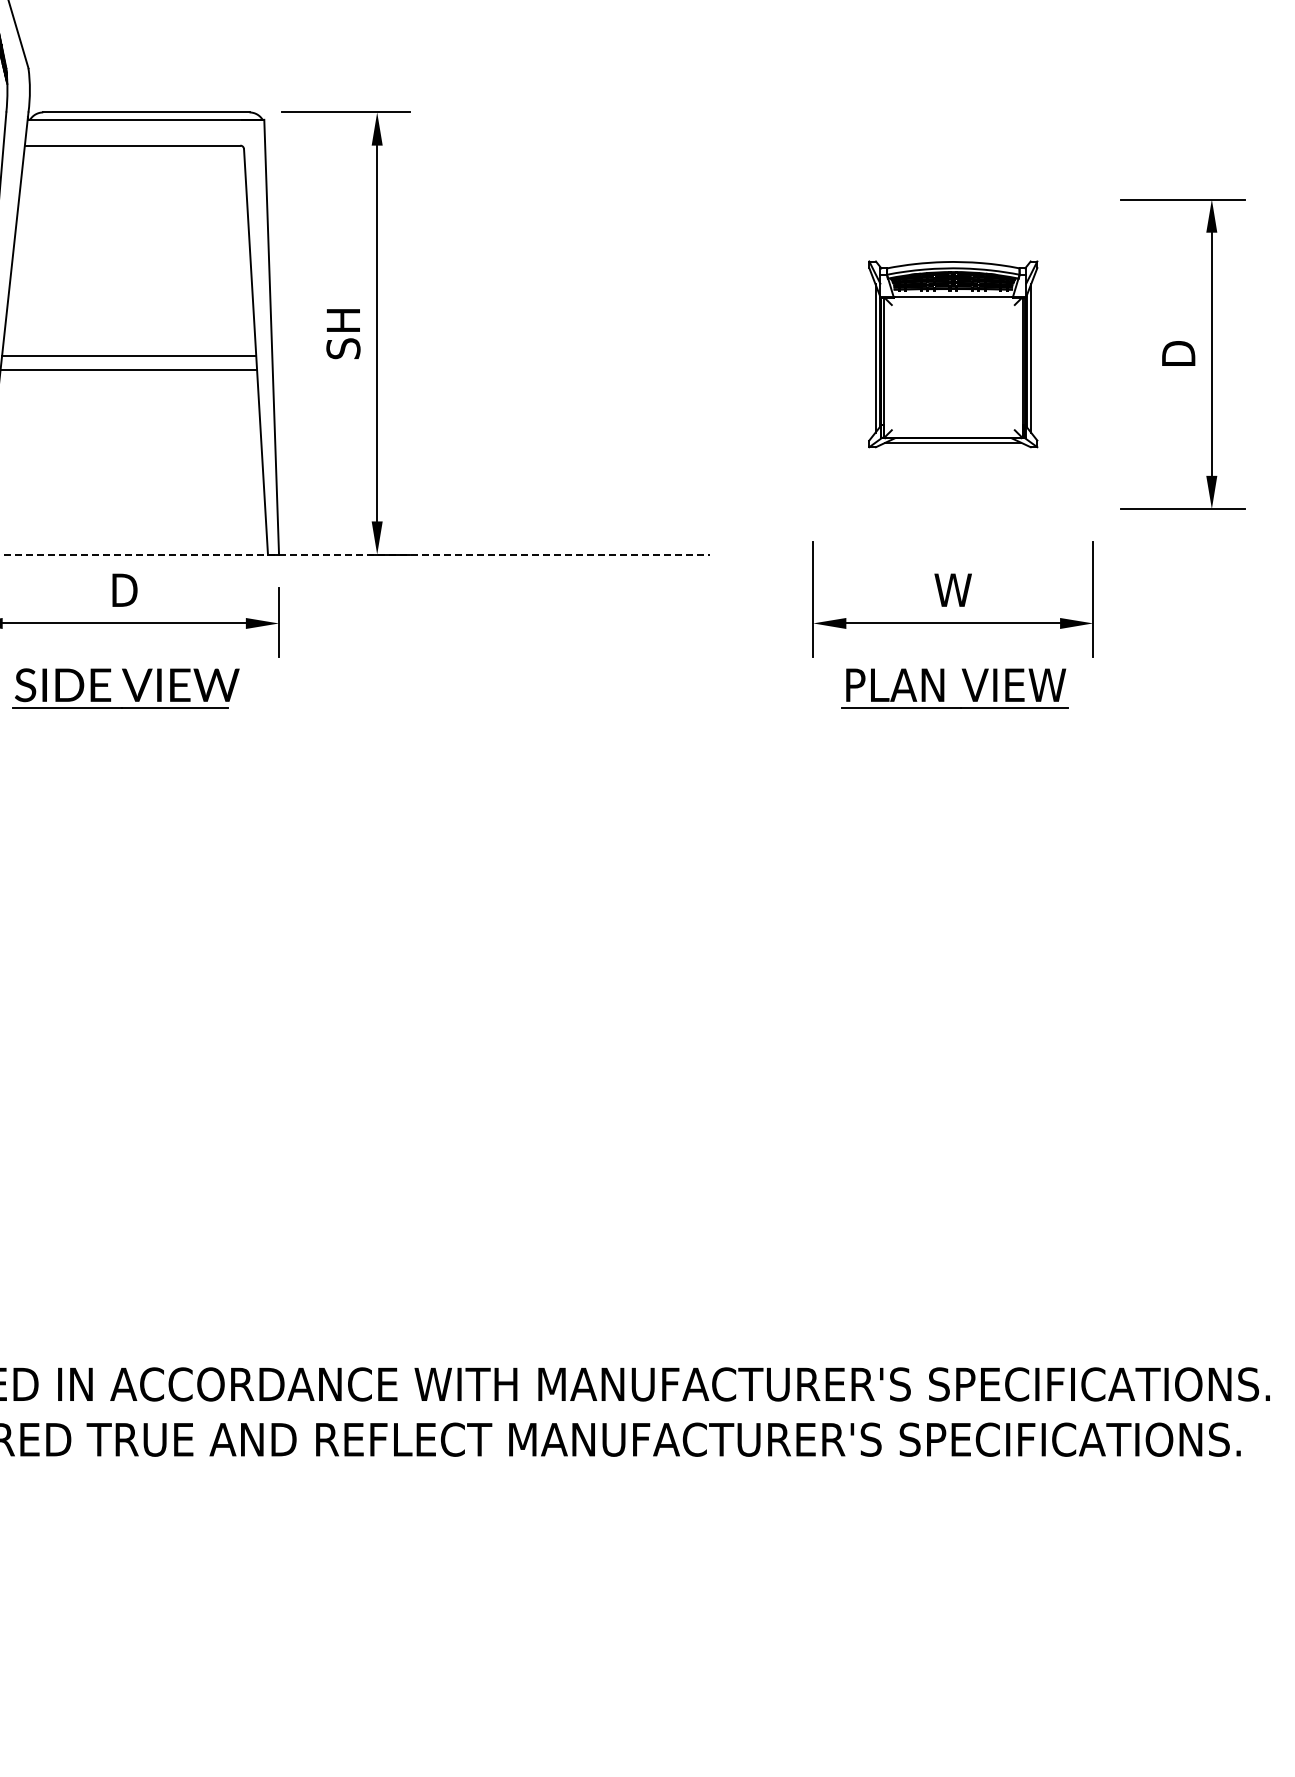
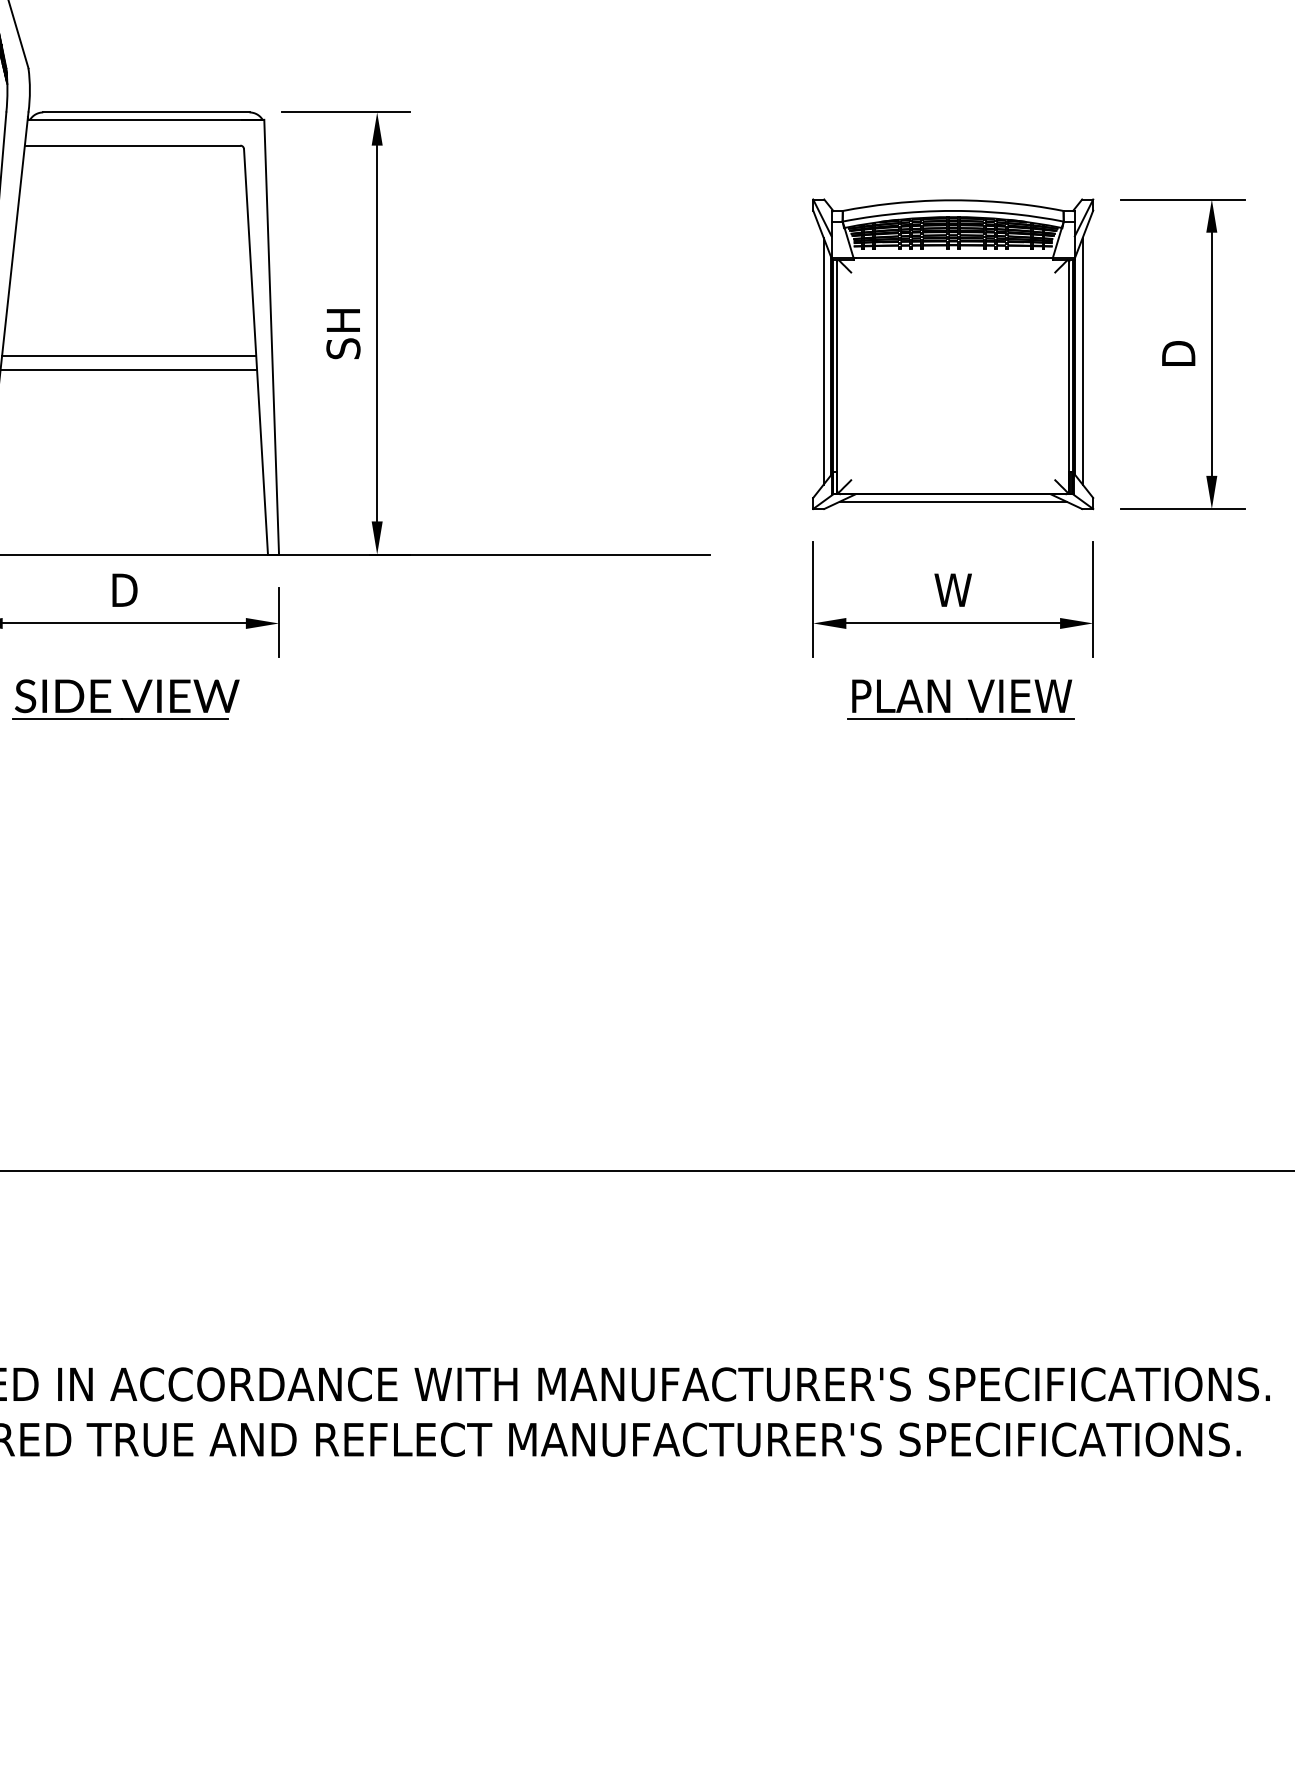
part at (953, 354) size: 171x189 px -> 283x313 px
line at (355, 554): dashed -> solid
part at (125, 688) position: (125, 688) -> (125, 699)
part at (944, 688) position: (944, 688) -> (950, 699)
line at (646, 1171): none -> present
